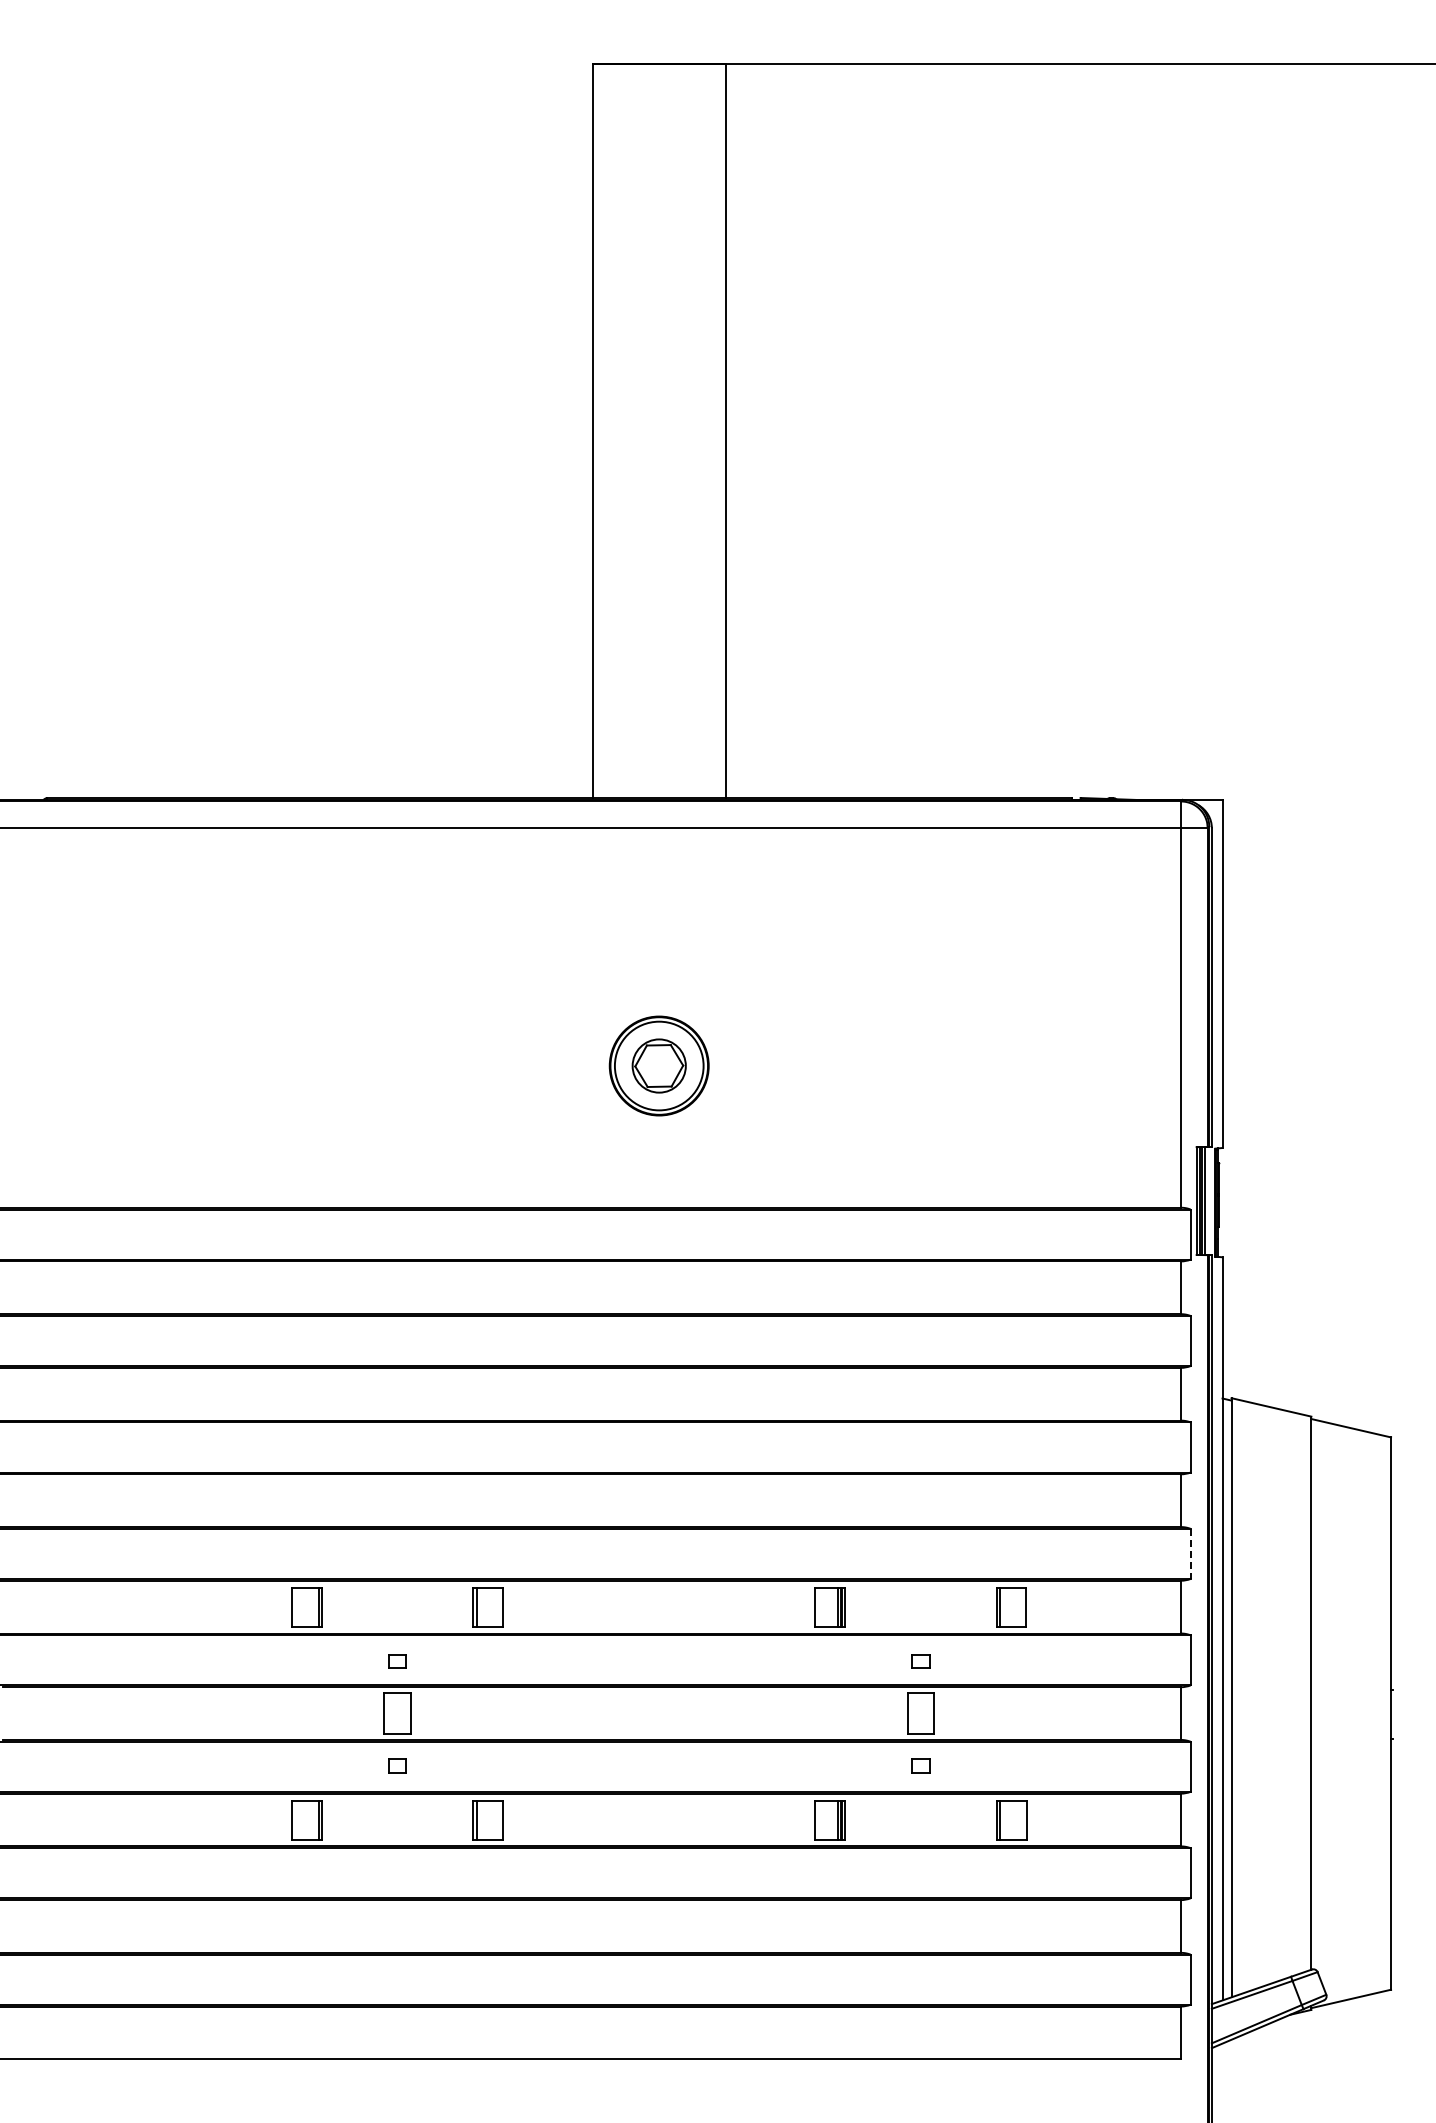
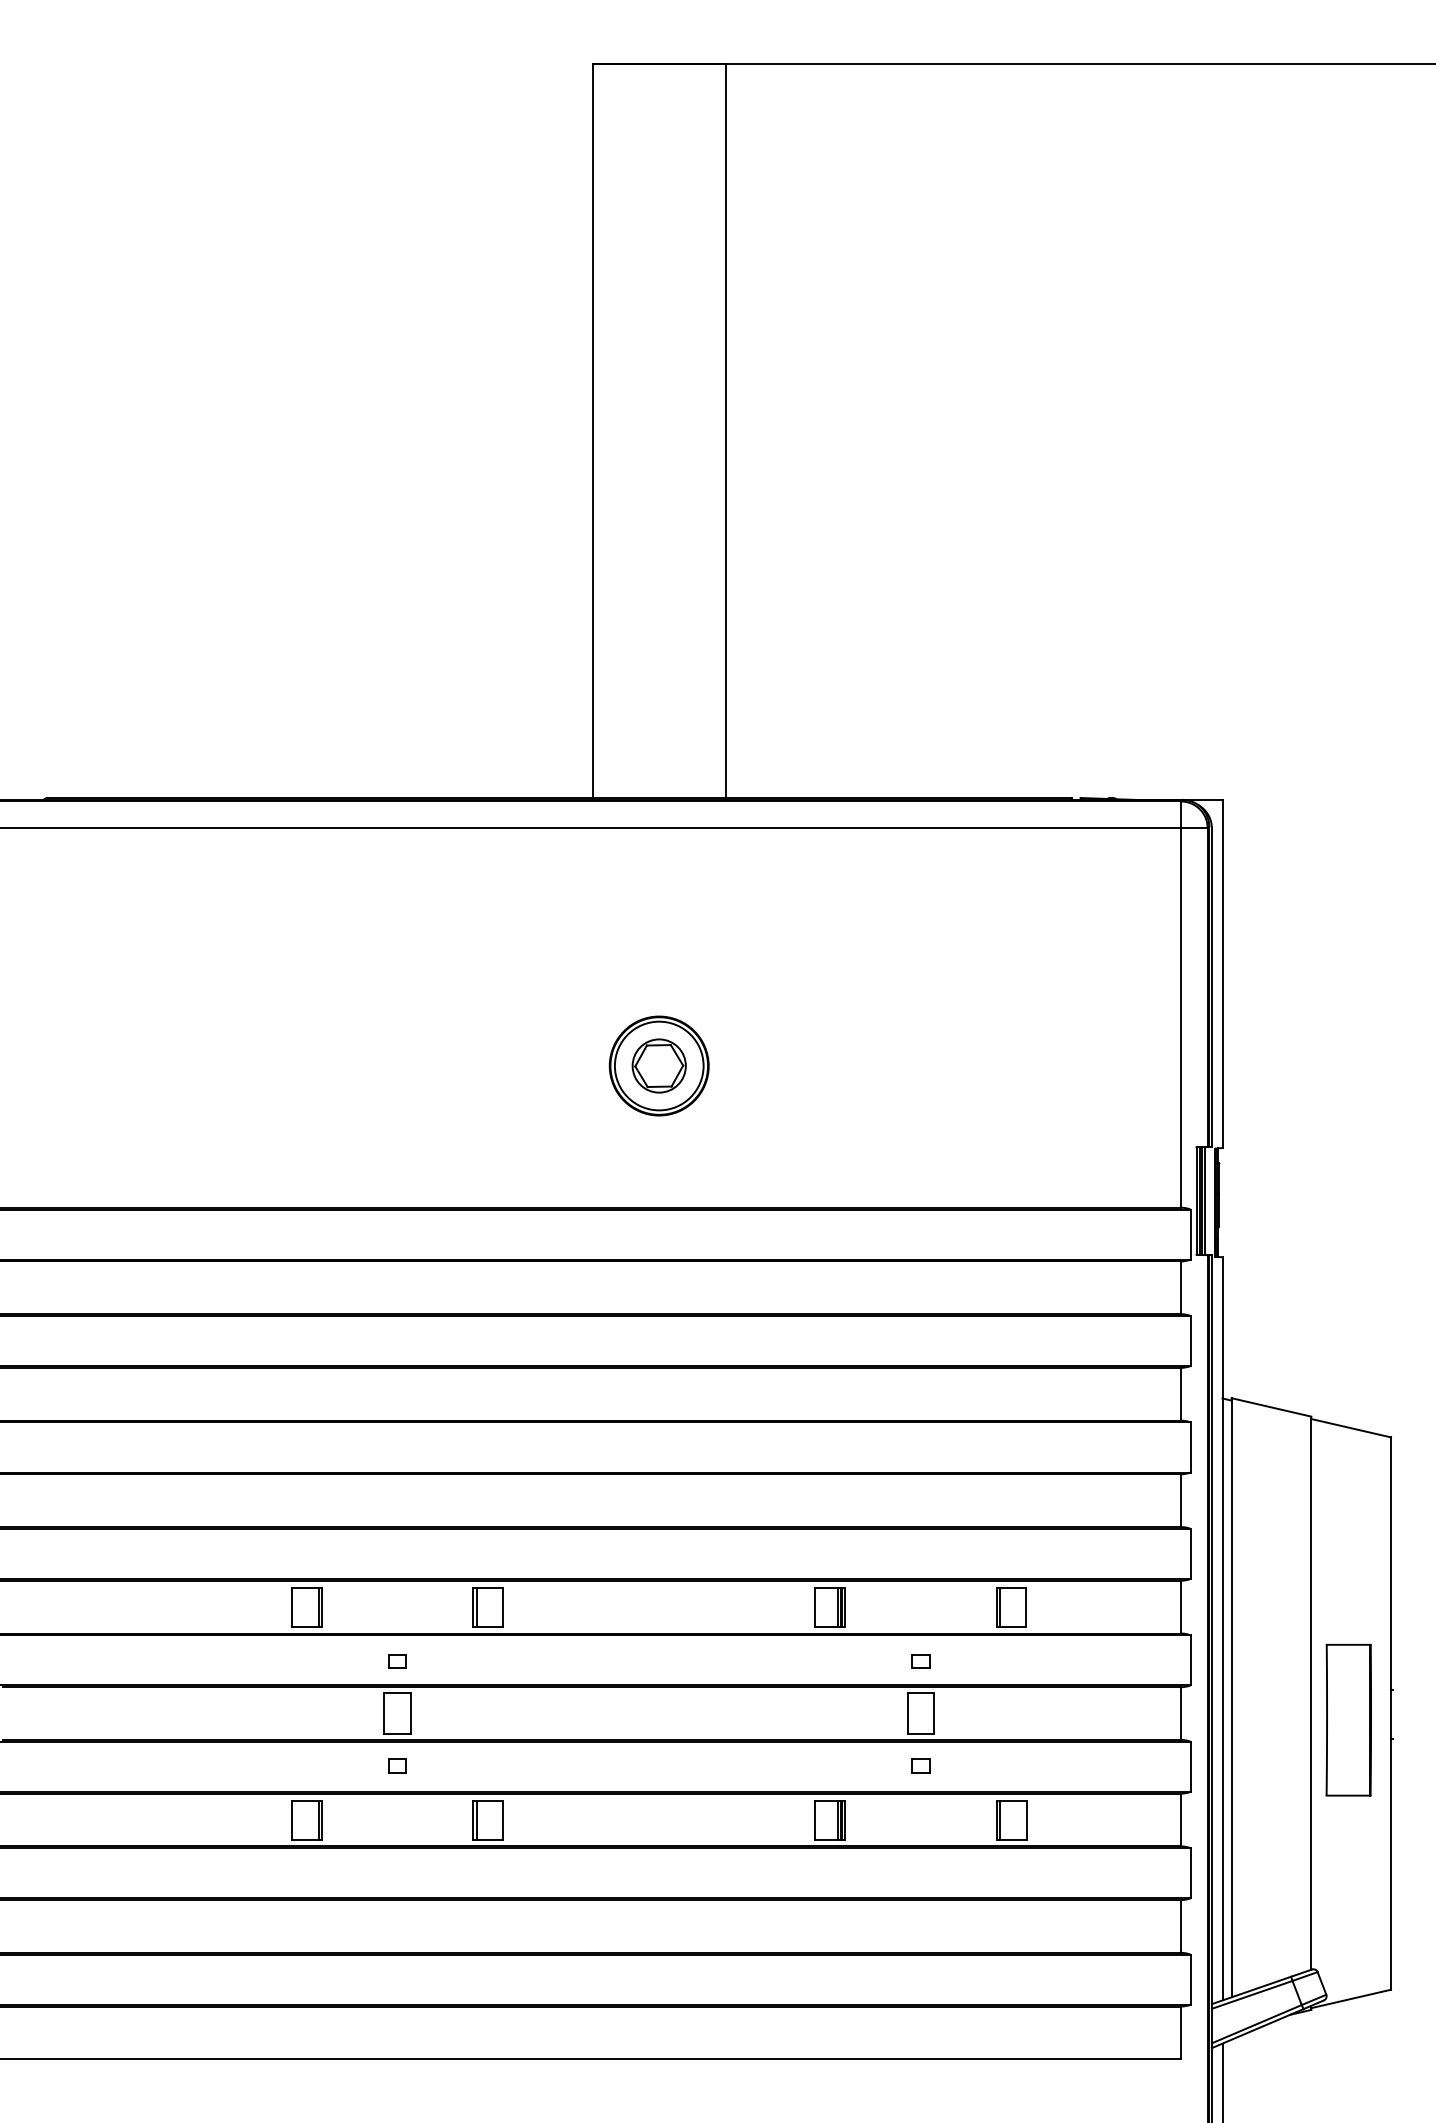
line at (1190, 1554): dashed -> solid
part at (1348, 1719): none -> present
line at (1222, 2081): none -> present
